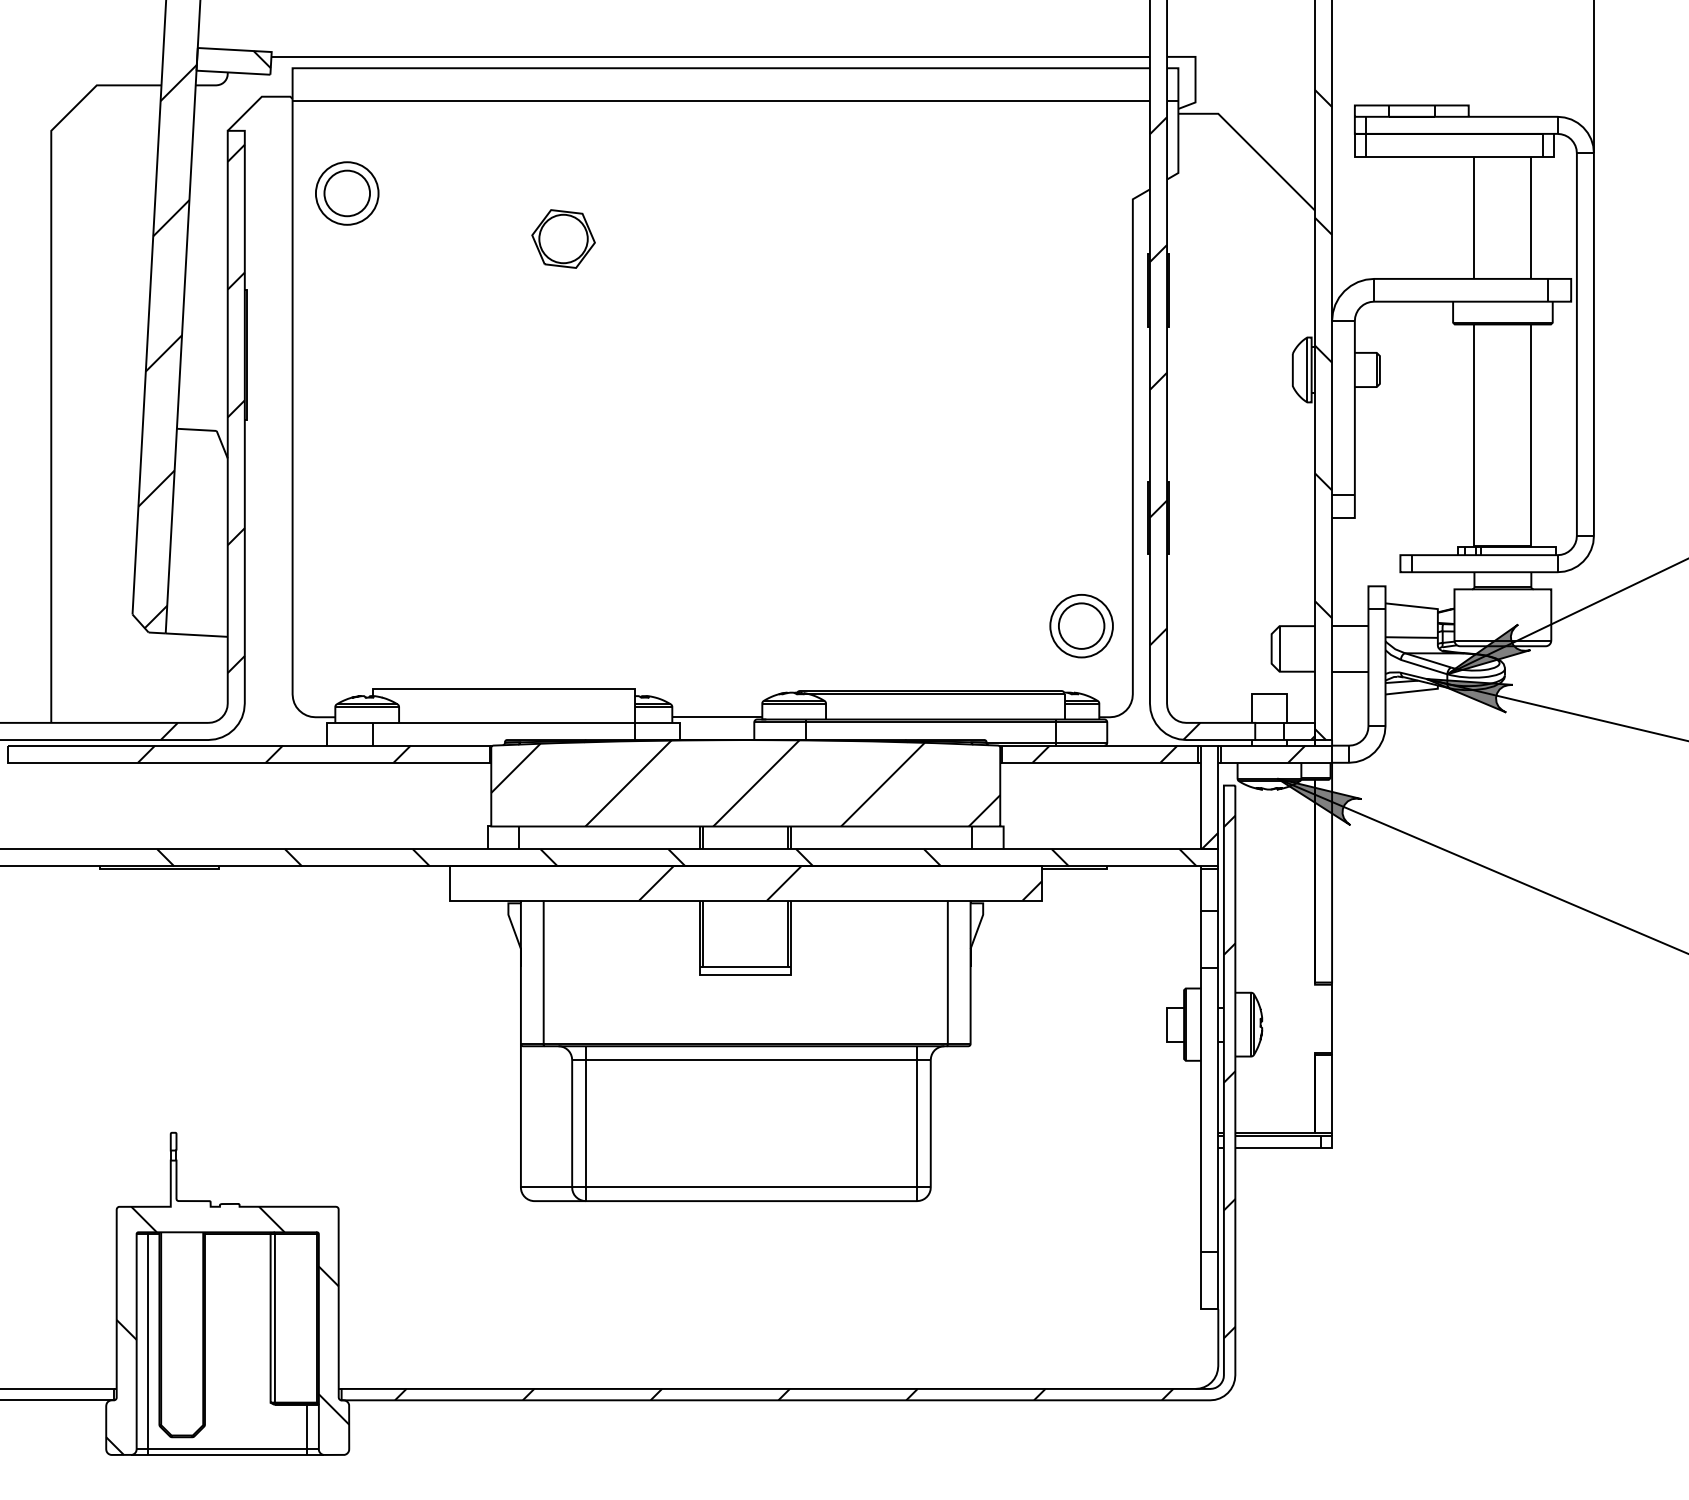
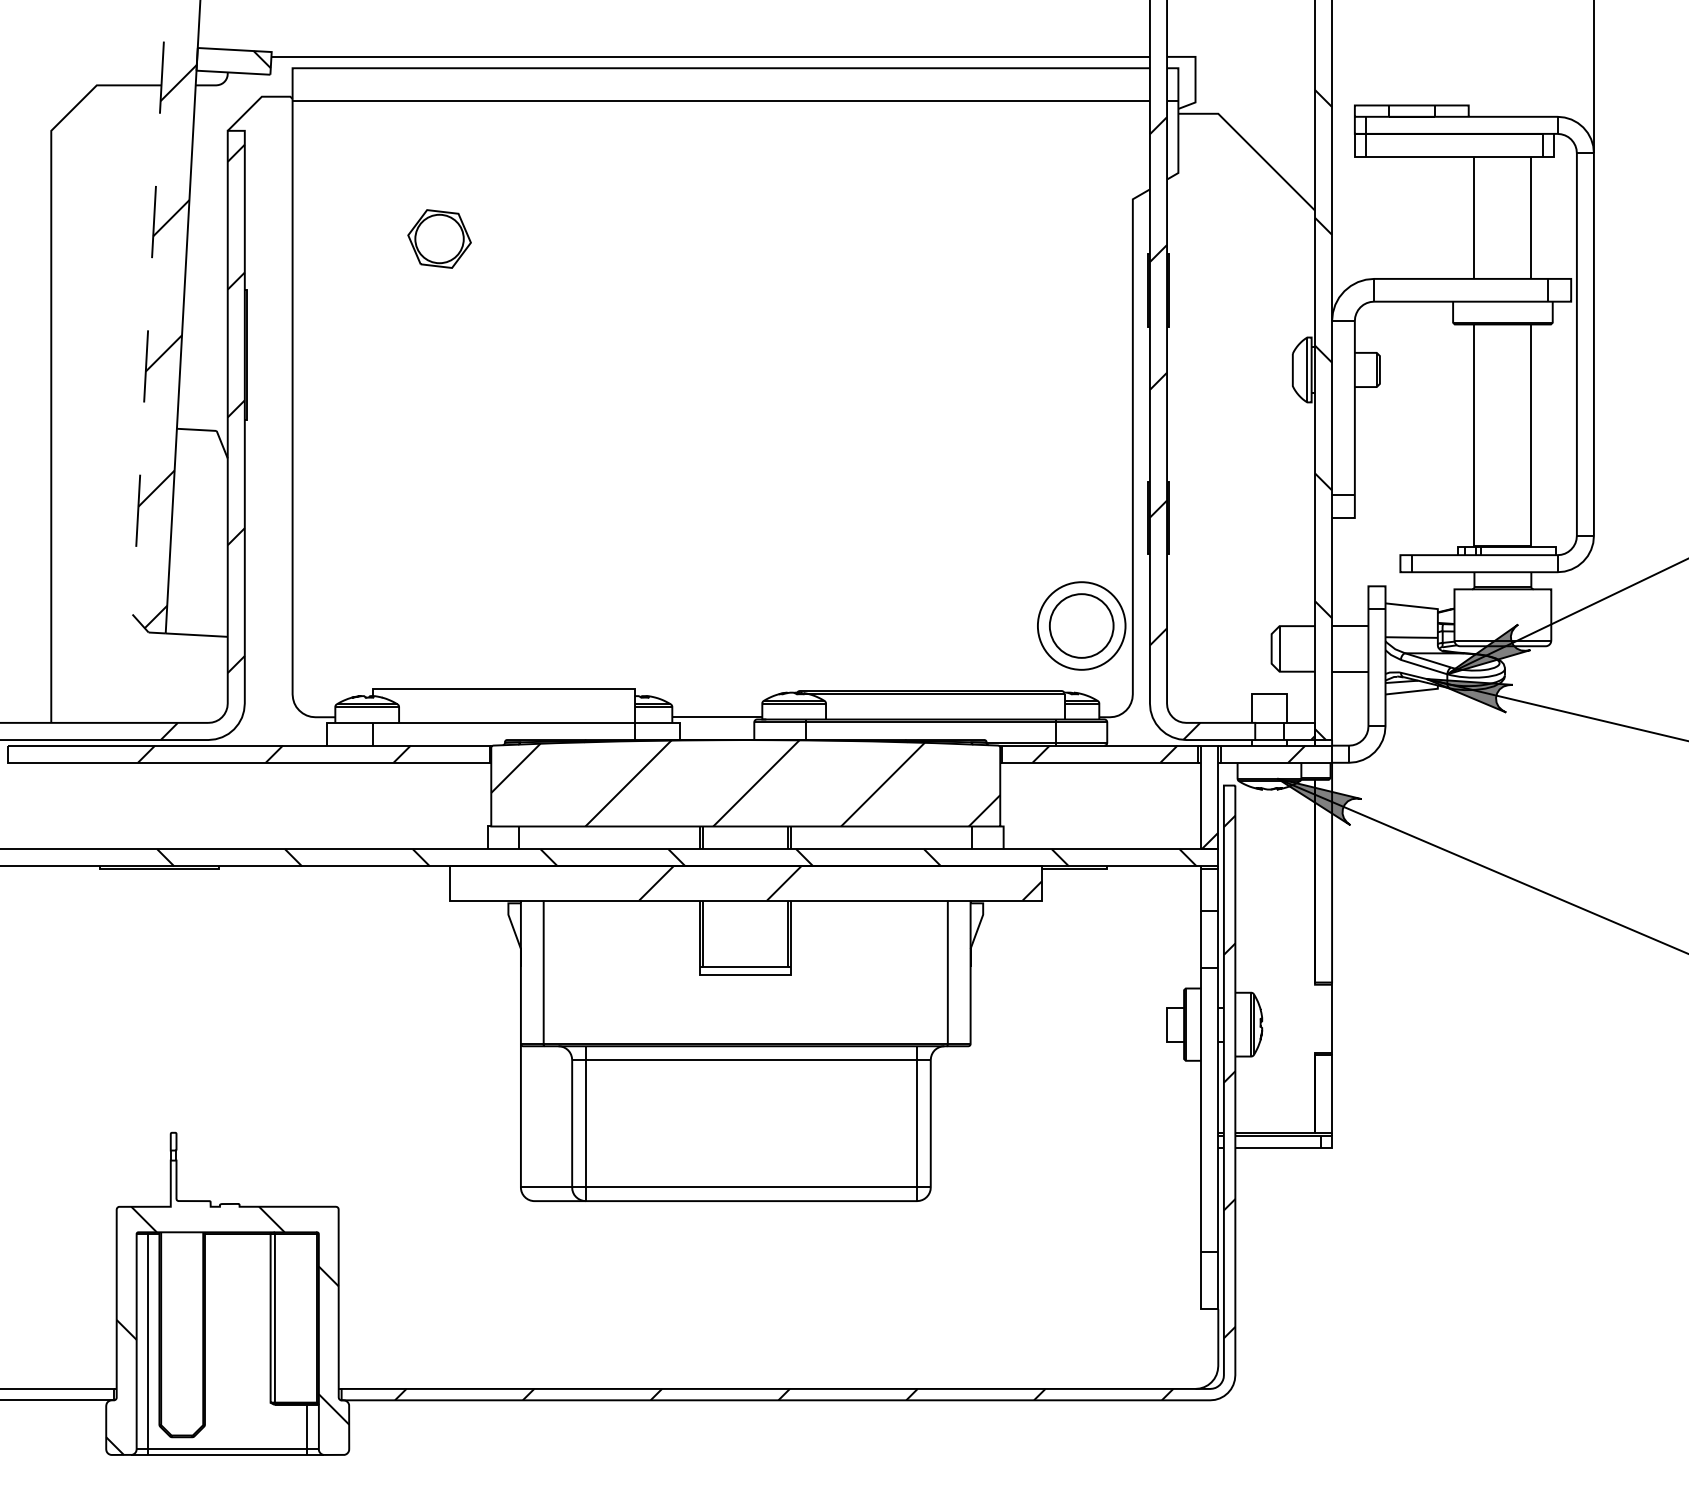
part at (347, 193): present -> none
part at (563, 238) position: (563, 238) -> (439, 238)
line at (149, 308): solid -> dashed
part at (1081, 626) size: 65x65 px -> 90x90 px
